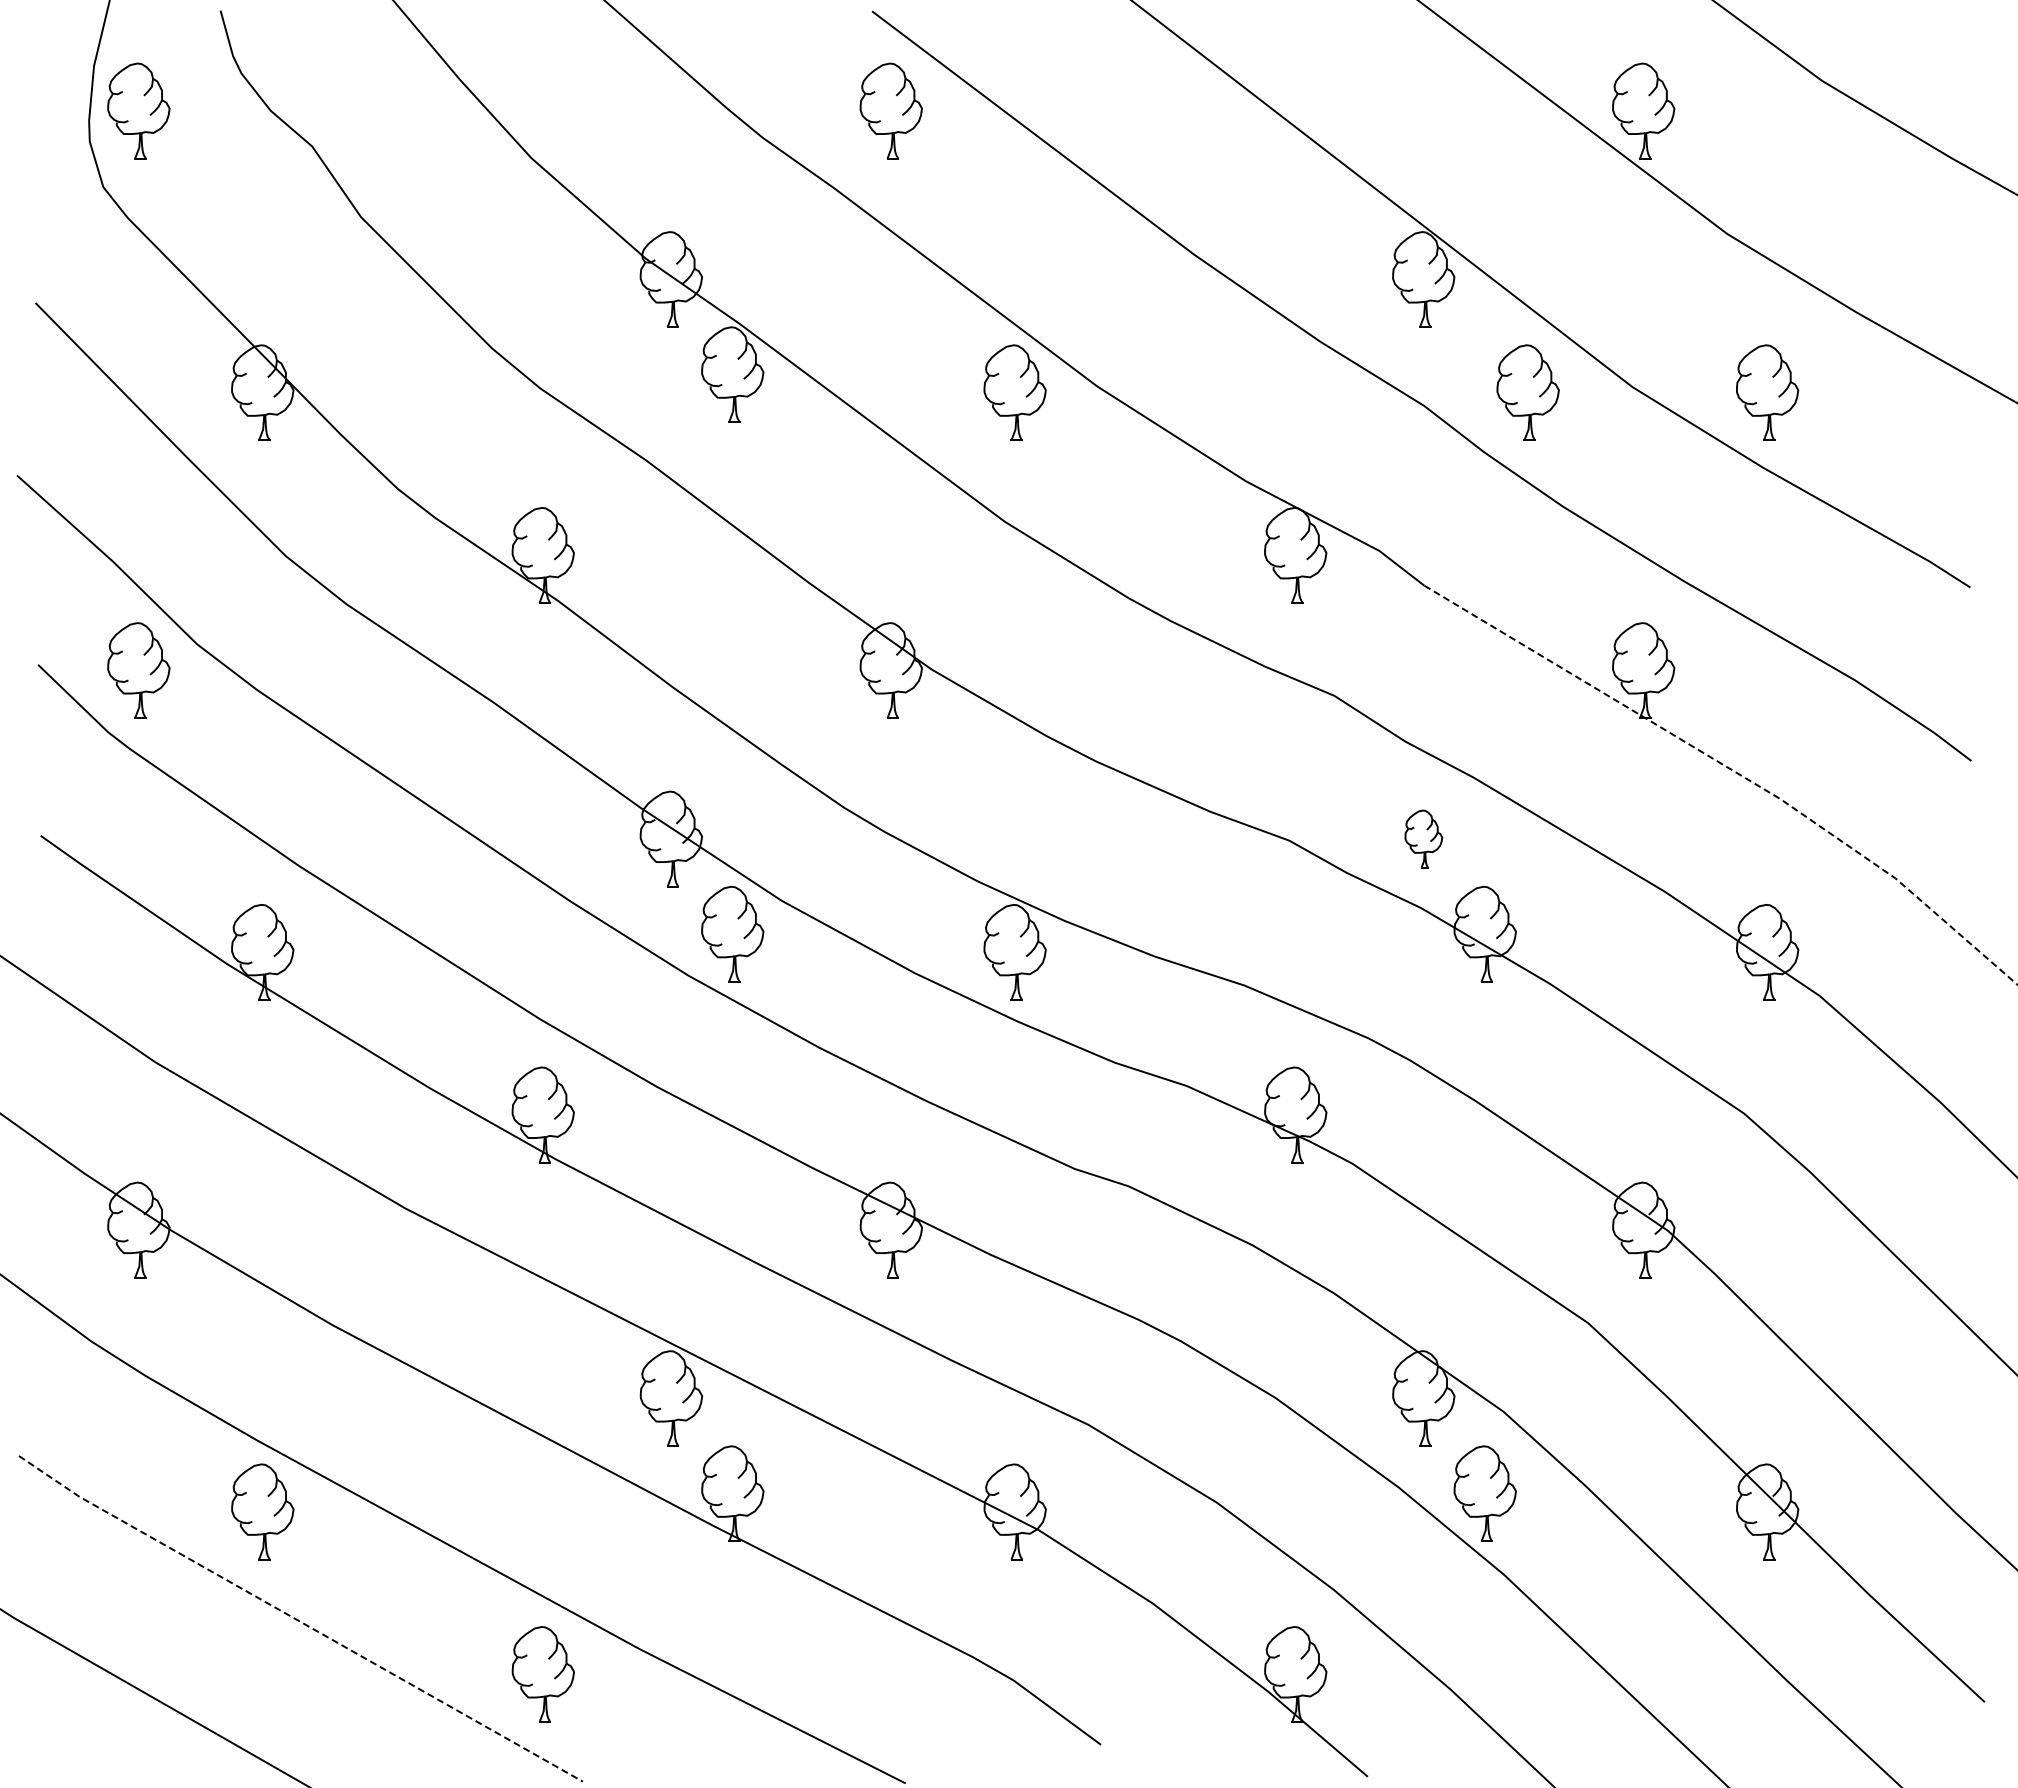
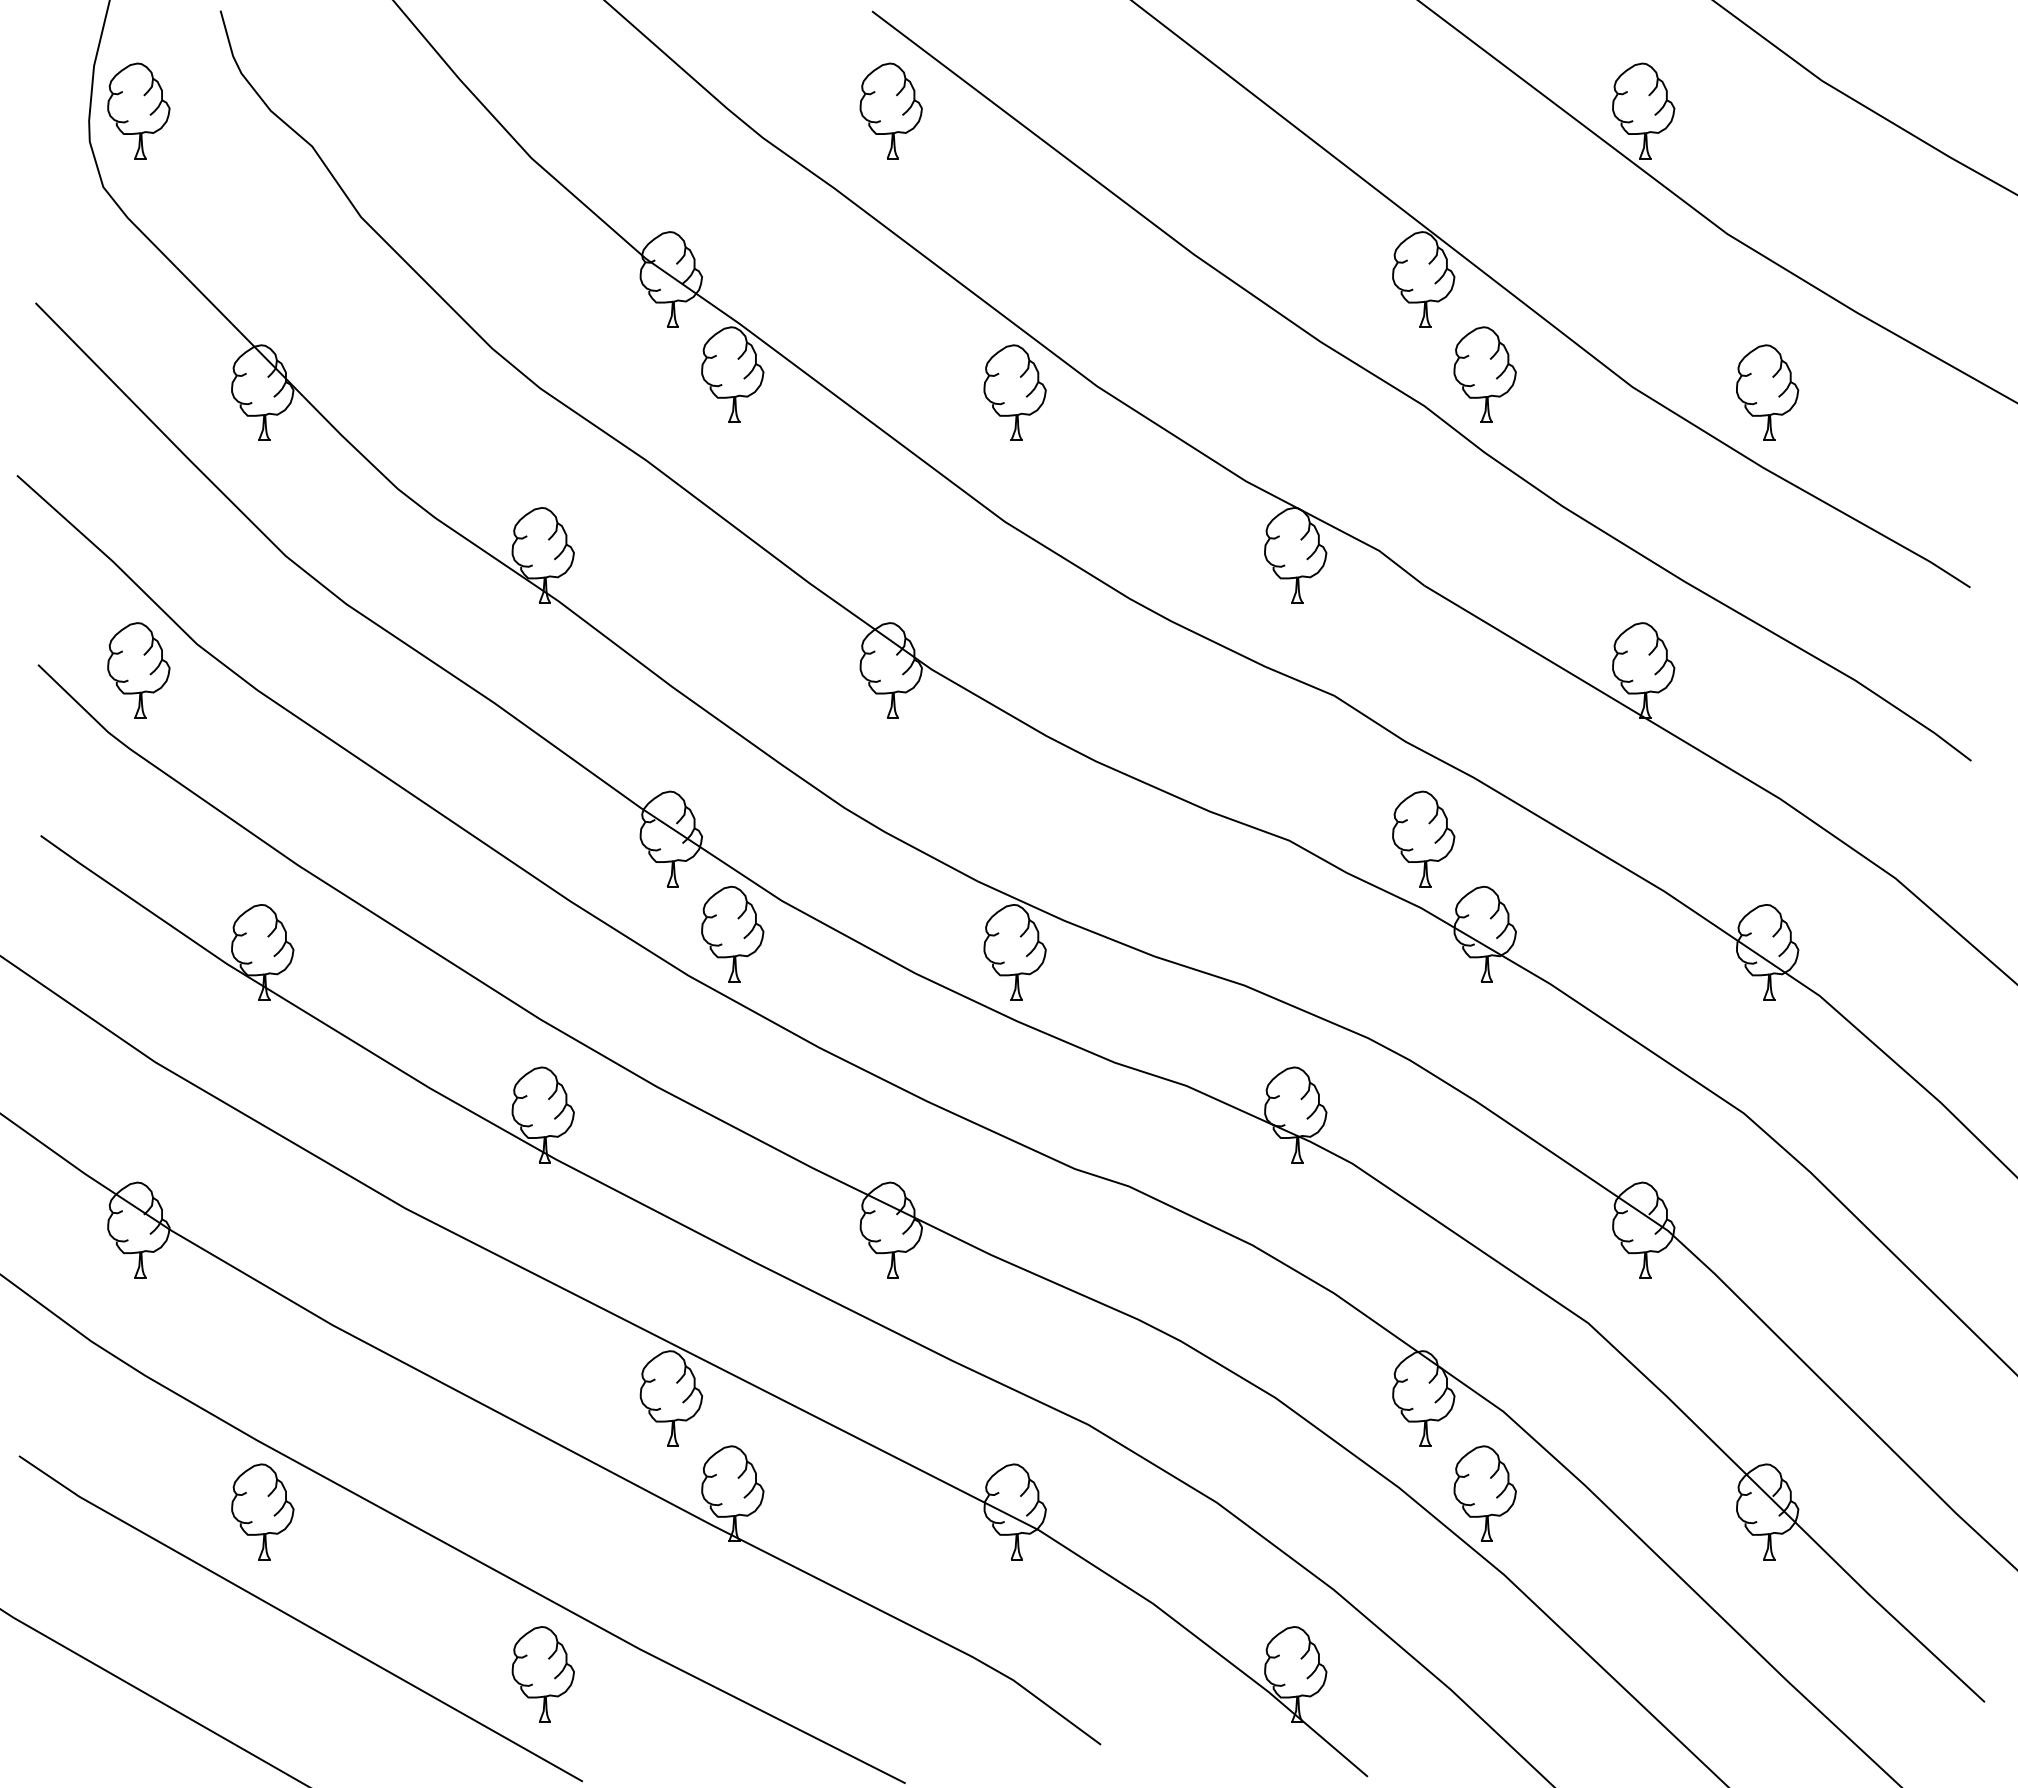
part at (1527, 392) position: (1527, 392) -> (1484, 374)
line at (1733, 770): dashed -> solid
part at (1423, 838) size: 40x60 px -> 64x98 px
line at (299, 1621): dashed -> solid
